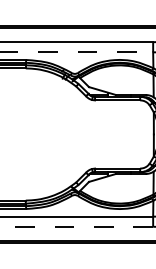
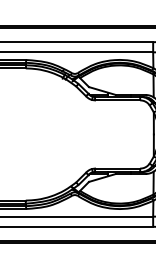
line at (77, 52): dashed -> solid
line at (76, 226): dashed -> solid
